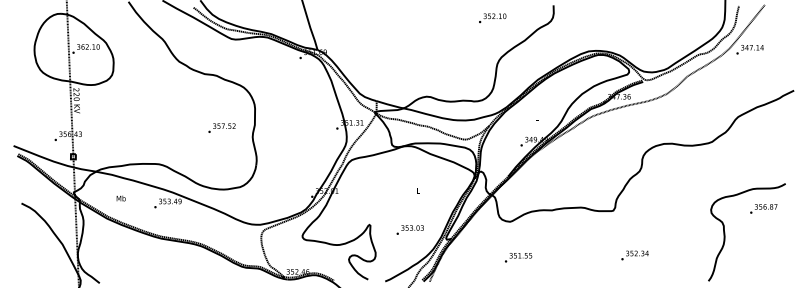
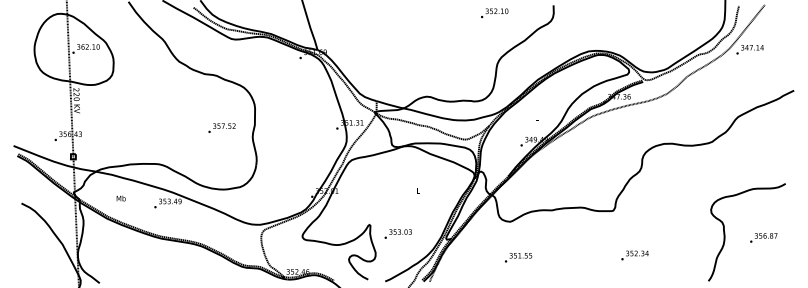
text at (492, 18) position: (492, 18) -> (494, 13)
text at (763, 208) position: (763, 208) -> (763, 237)
text at (409, 229) position: (409, 229) -> (397, 233)
